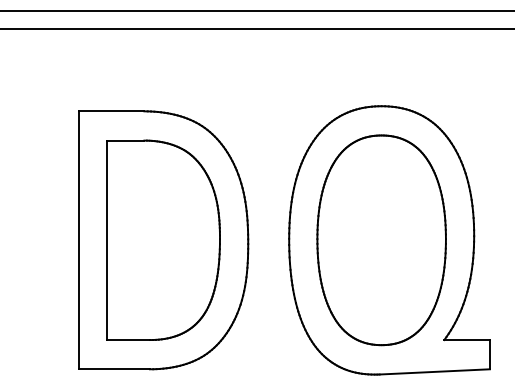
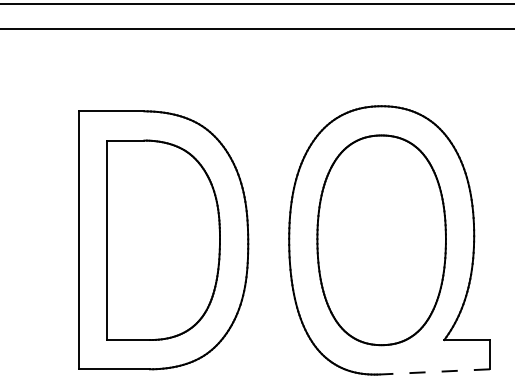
line at (256, 11) position: (256, 11) -> (256, 4)
line at (434, 371): solid -> dashed
